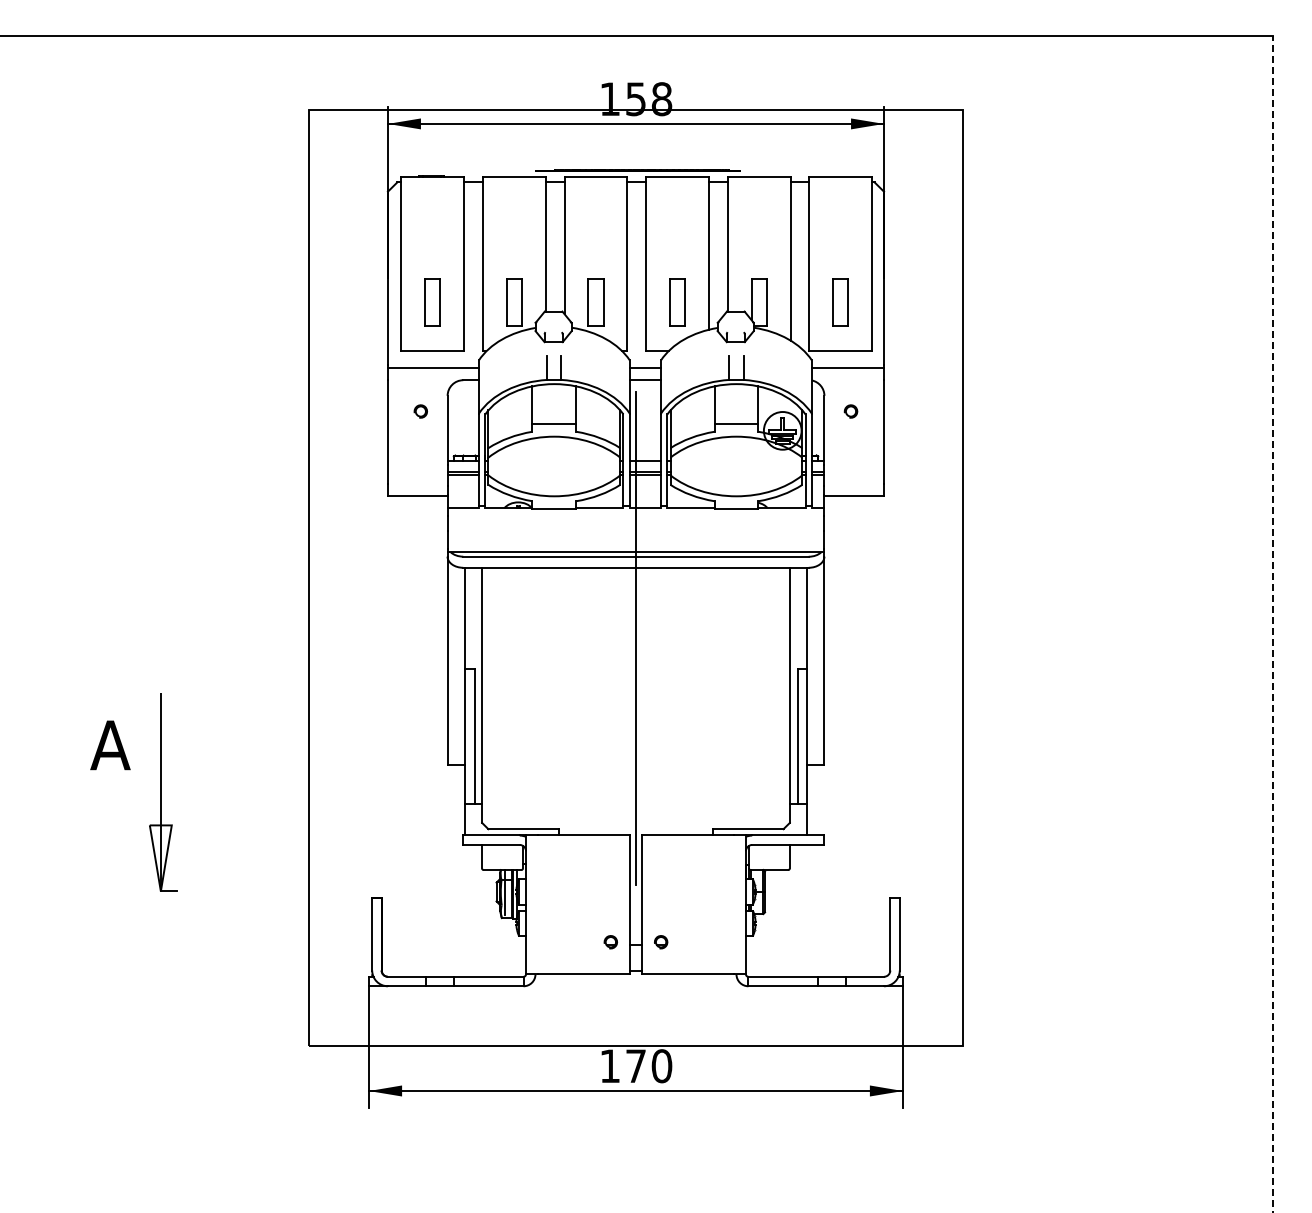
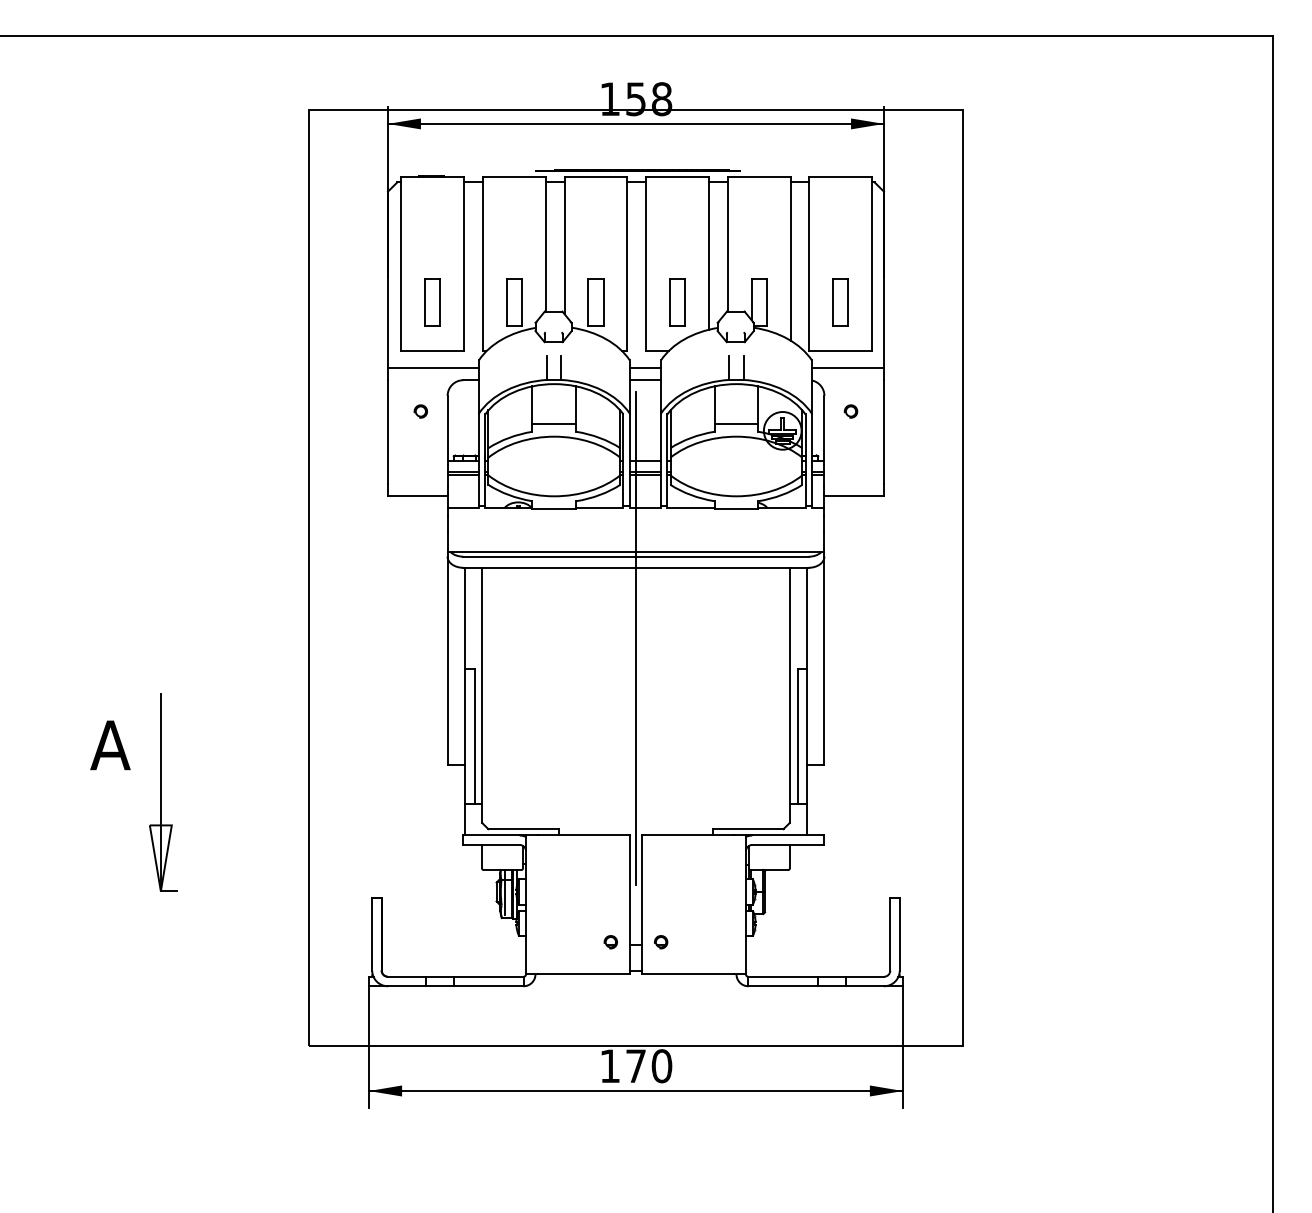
line at (1272, 624): dashed -> solid
